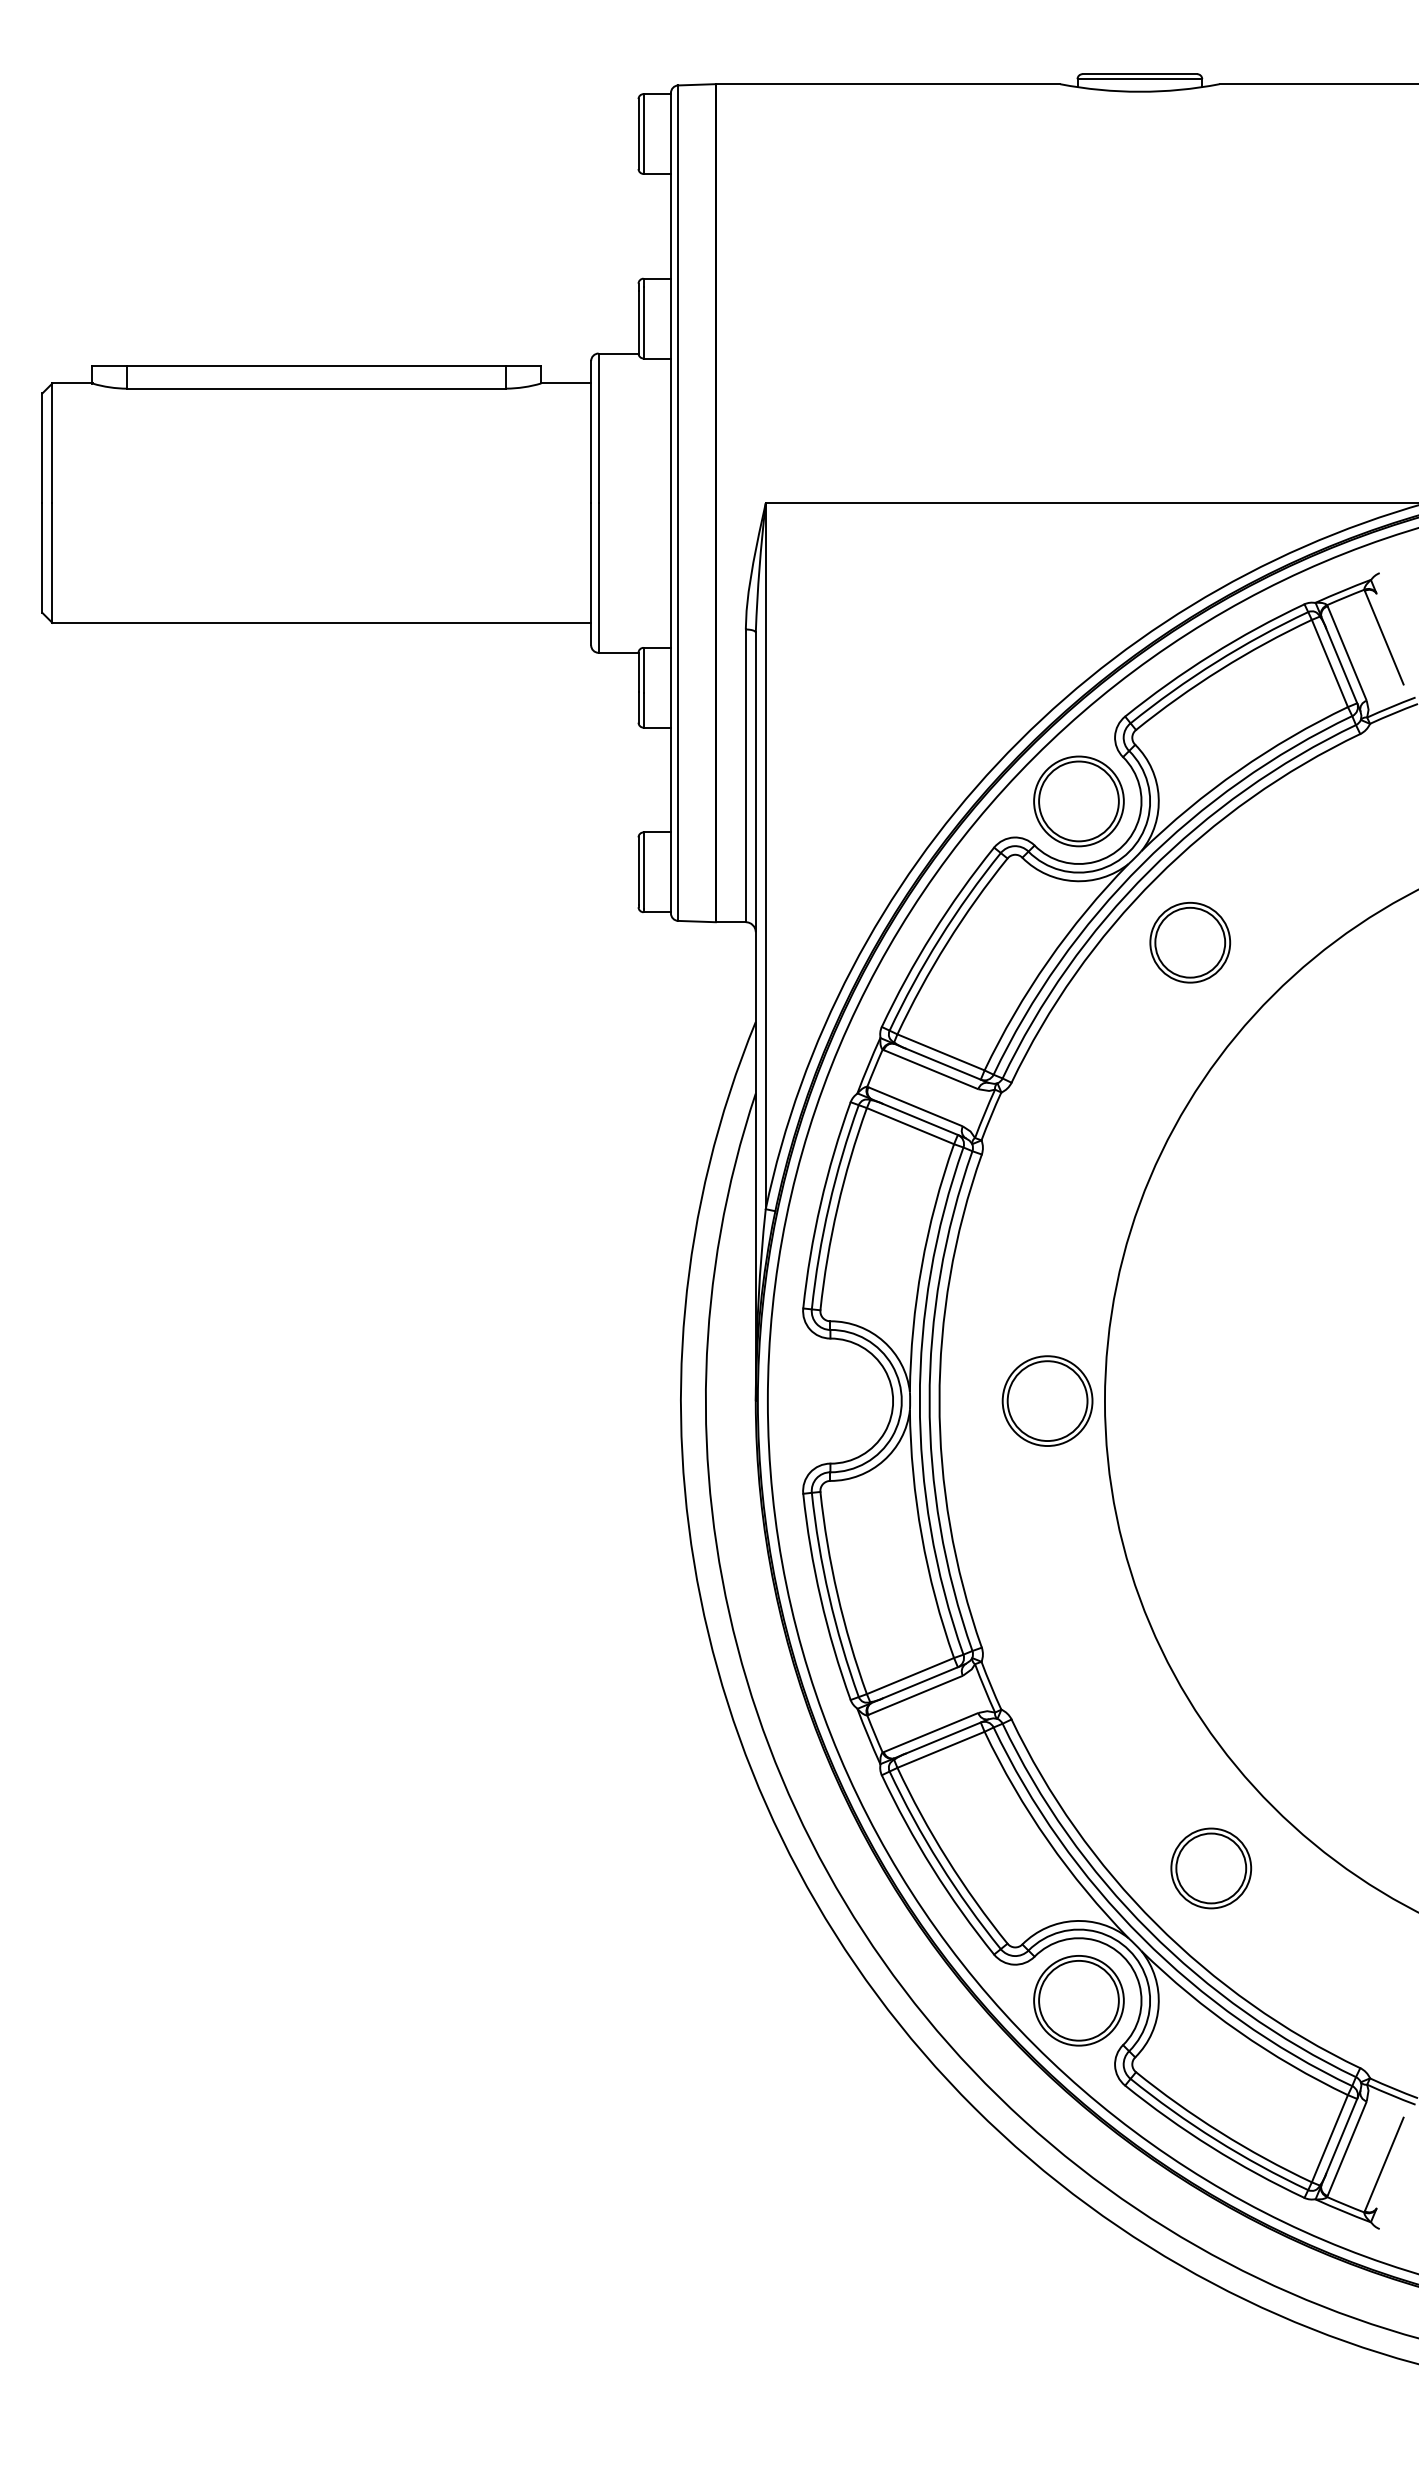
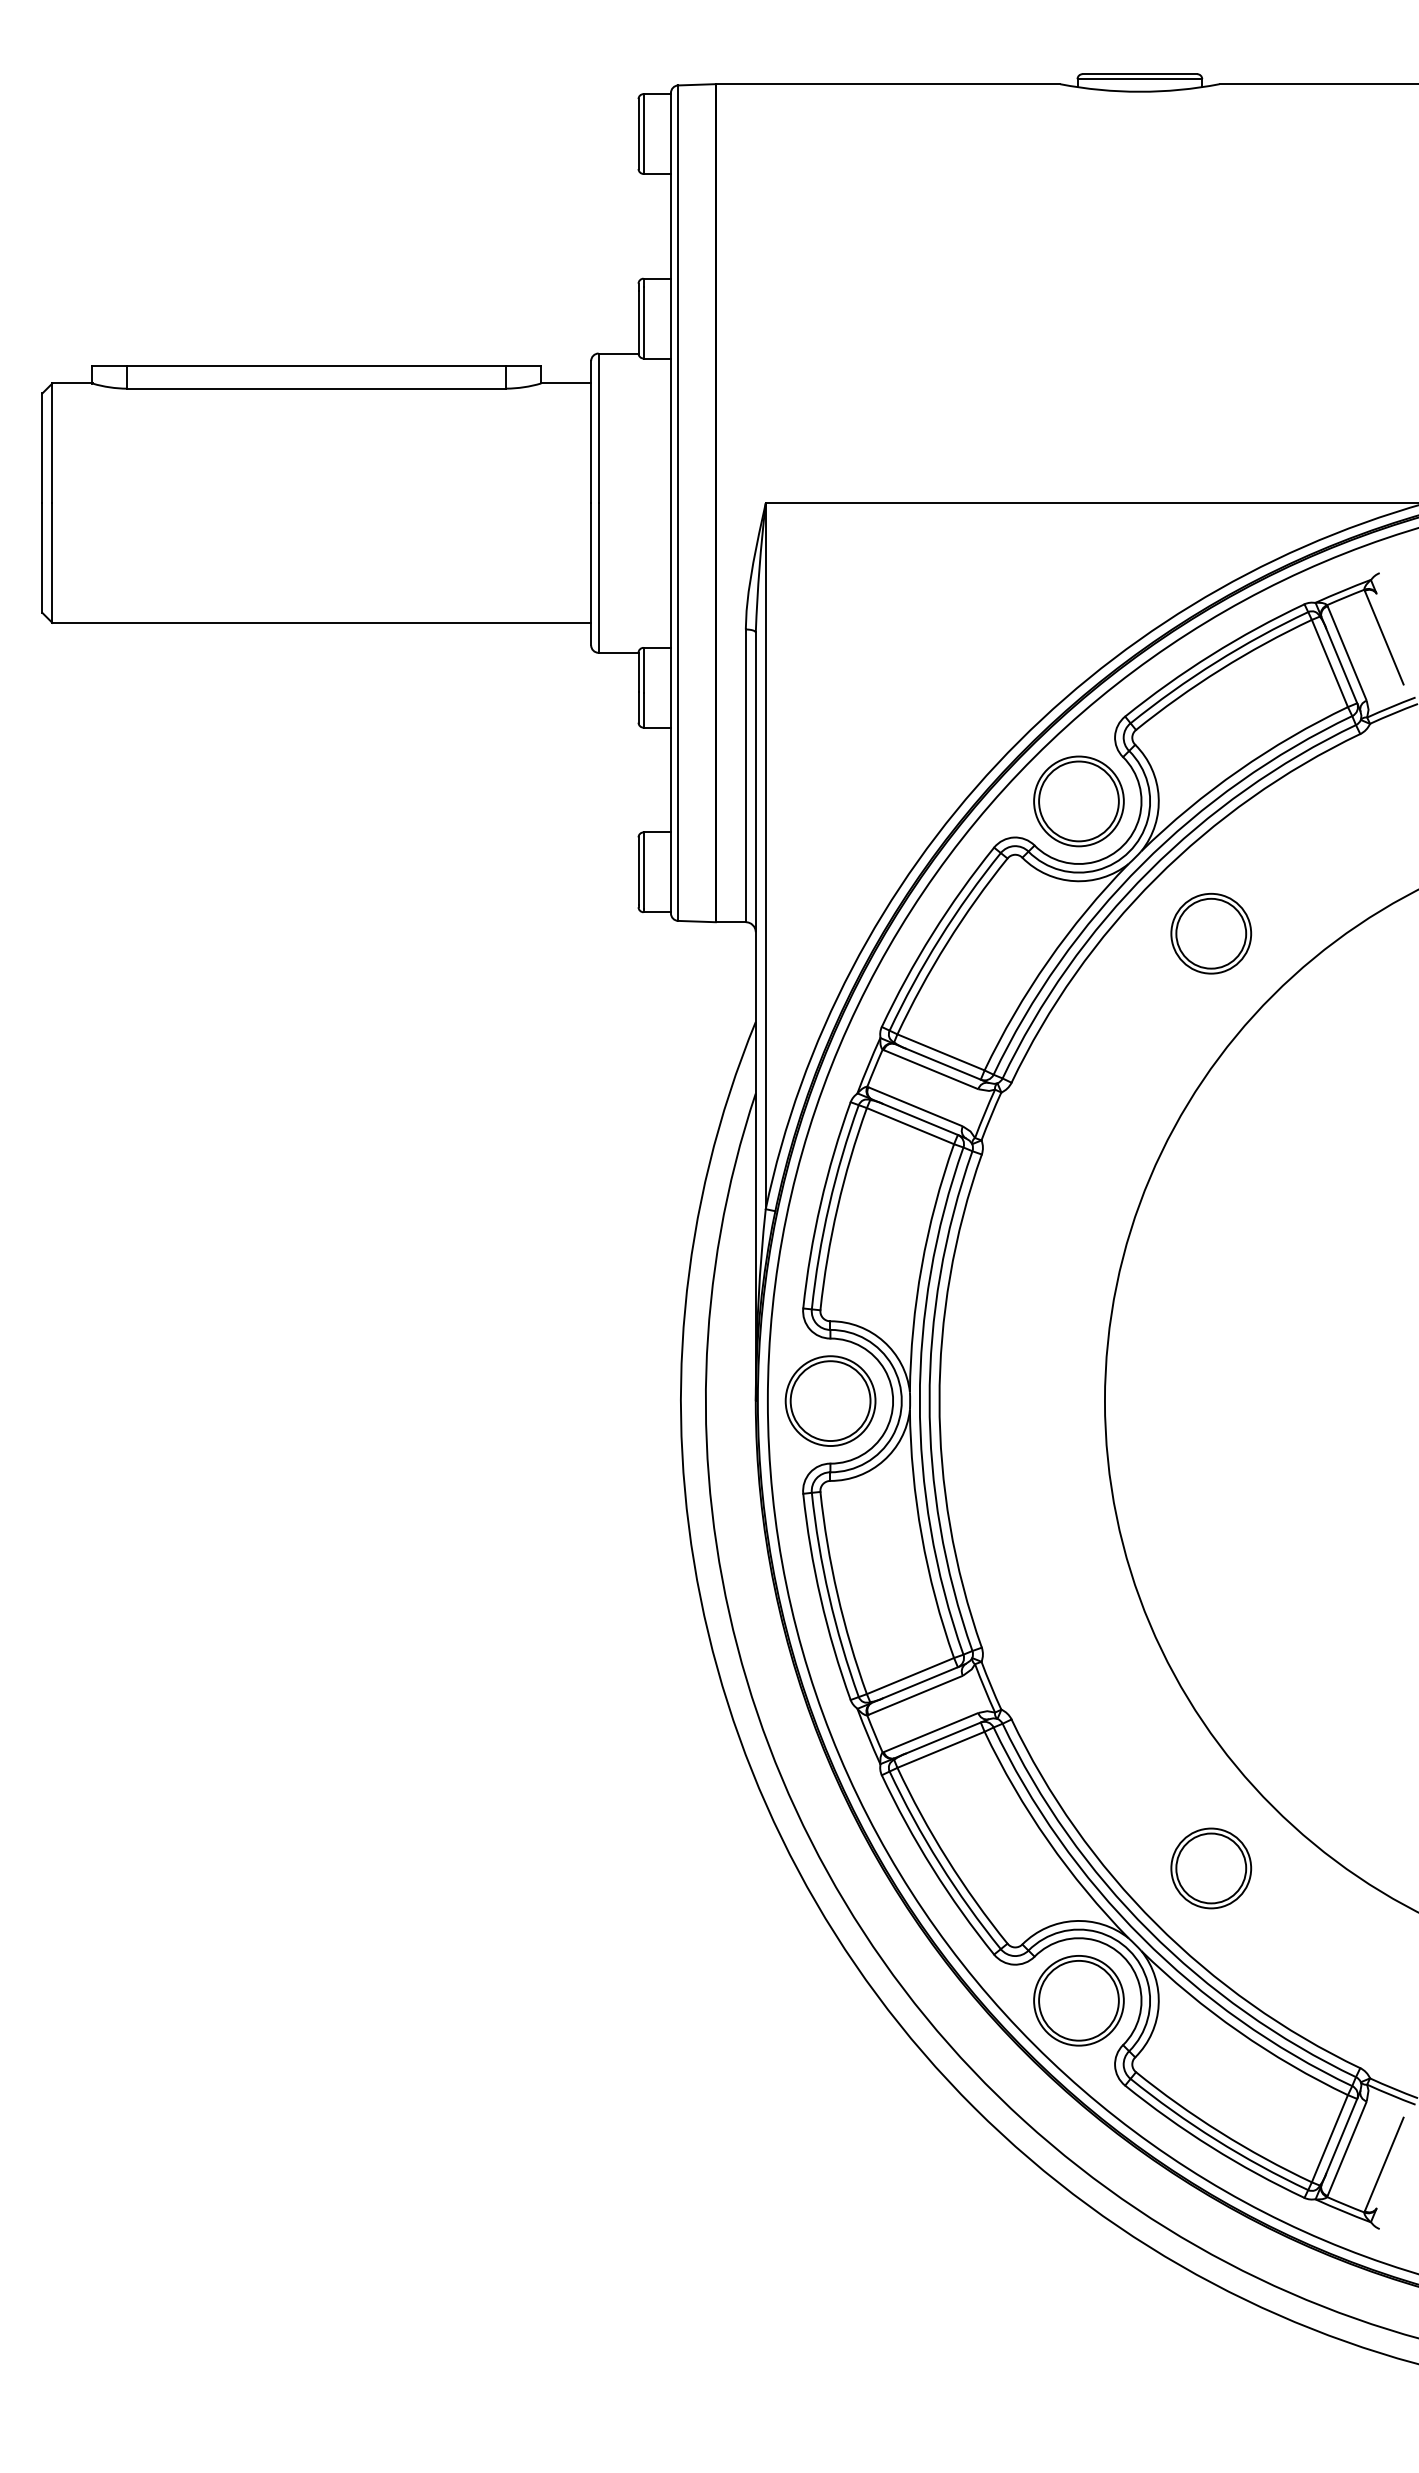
part at (1190, 942) position: (1190, 942) -> (1211, 933)
part at (1047, 1400) position: (1047, 1400) -> (830, 1400)
